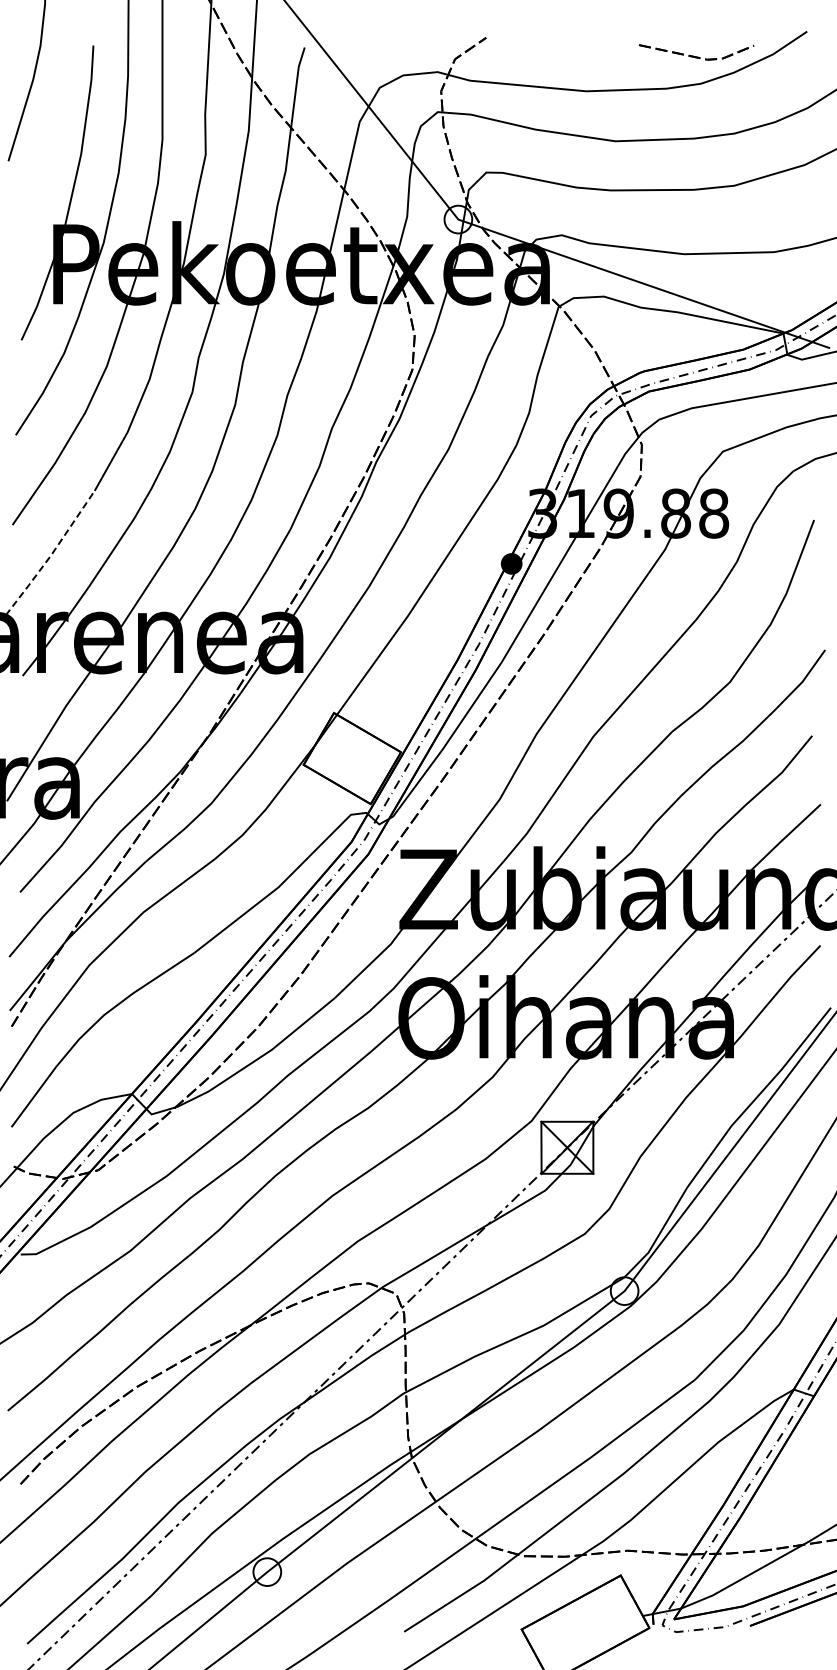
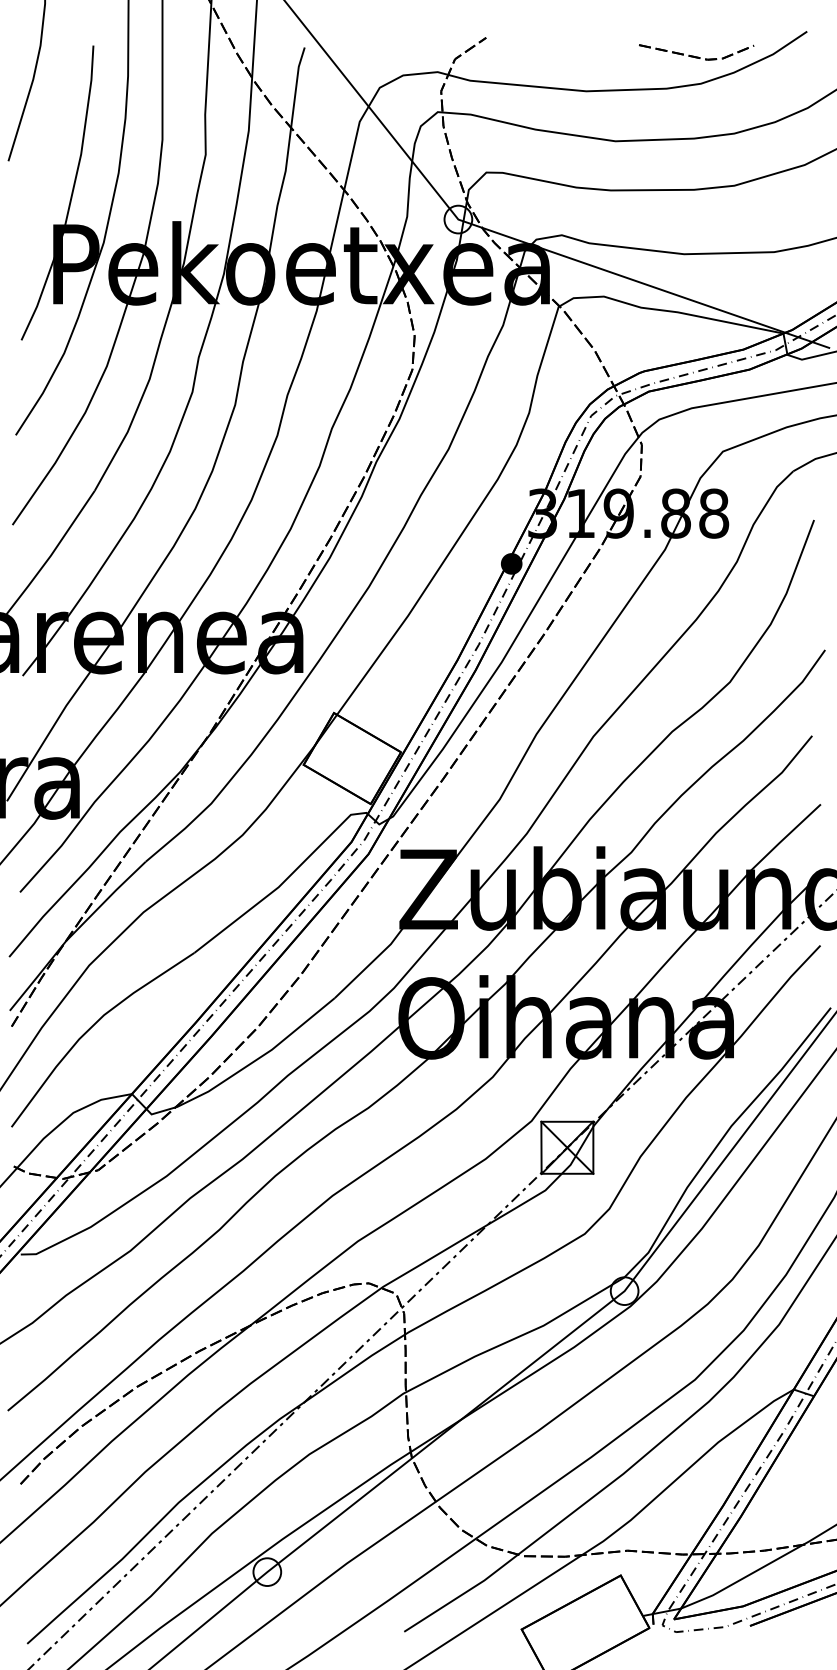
line at (51, 554): dashed -> solid
